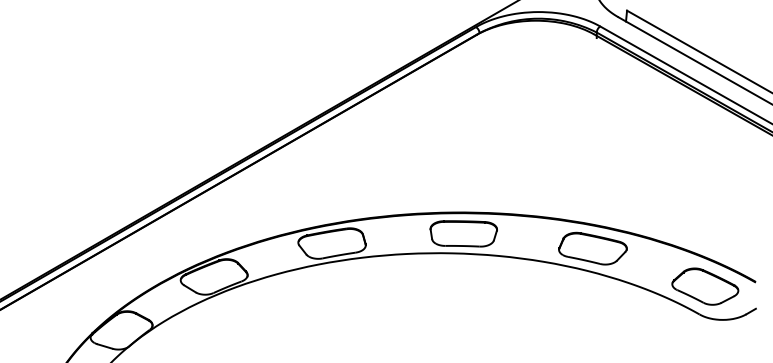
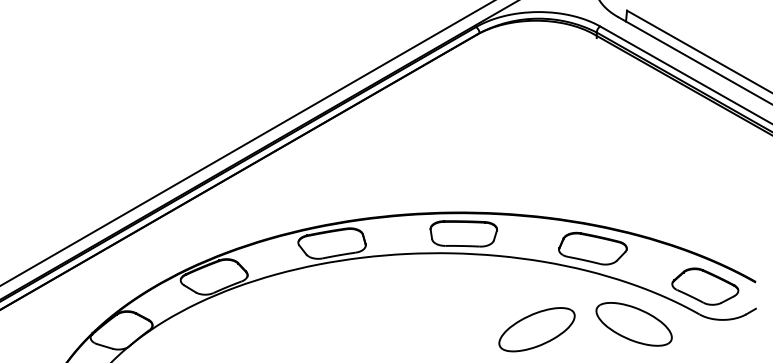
line at (246, 143): none -> present
part at (633, 324): none -> present
part at (536, 329): none -> present
